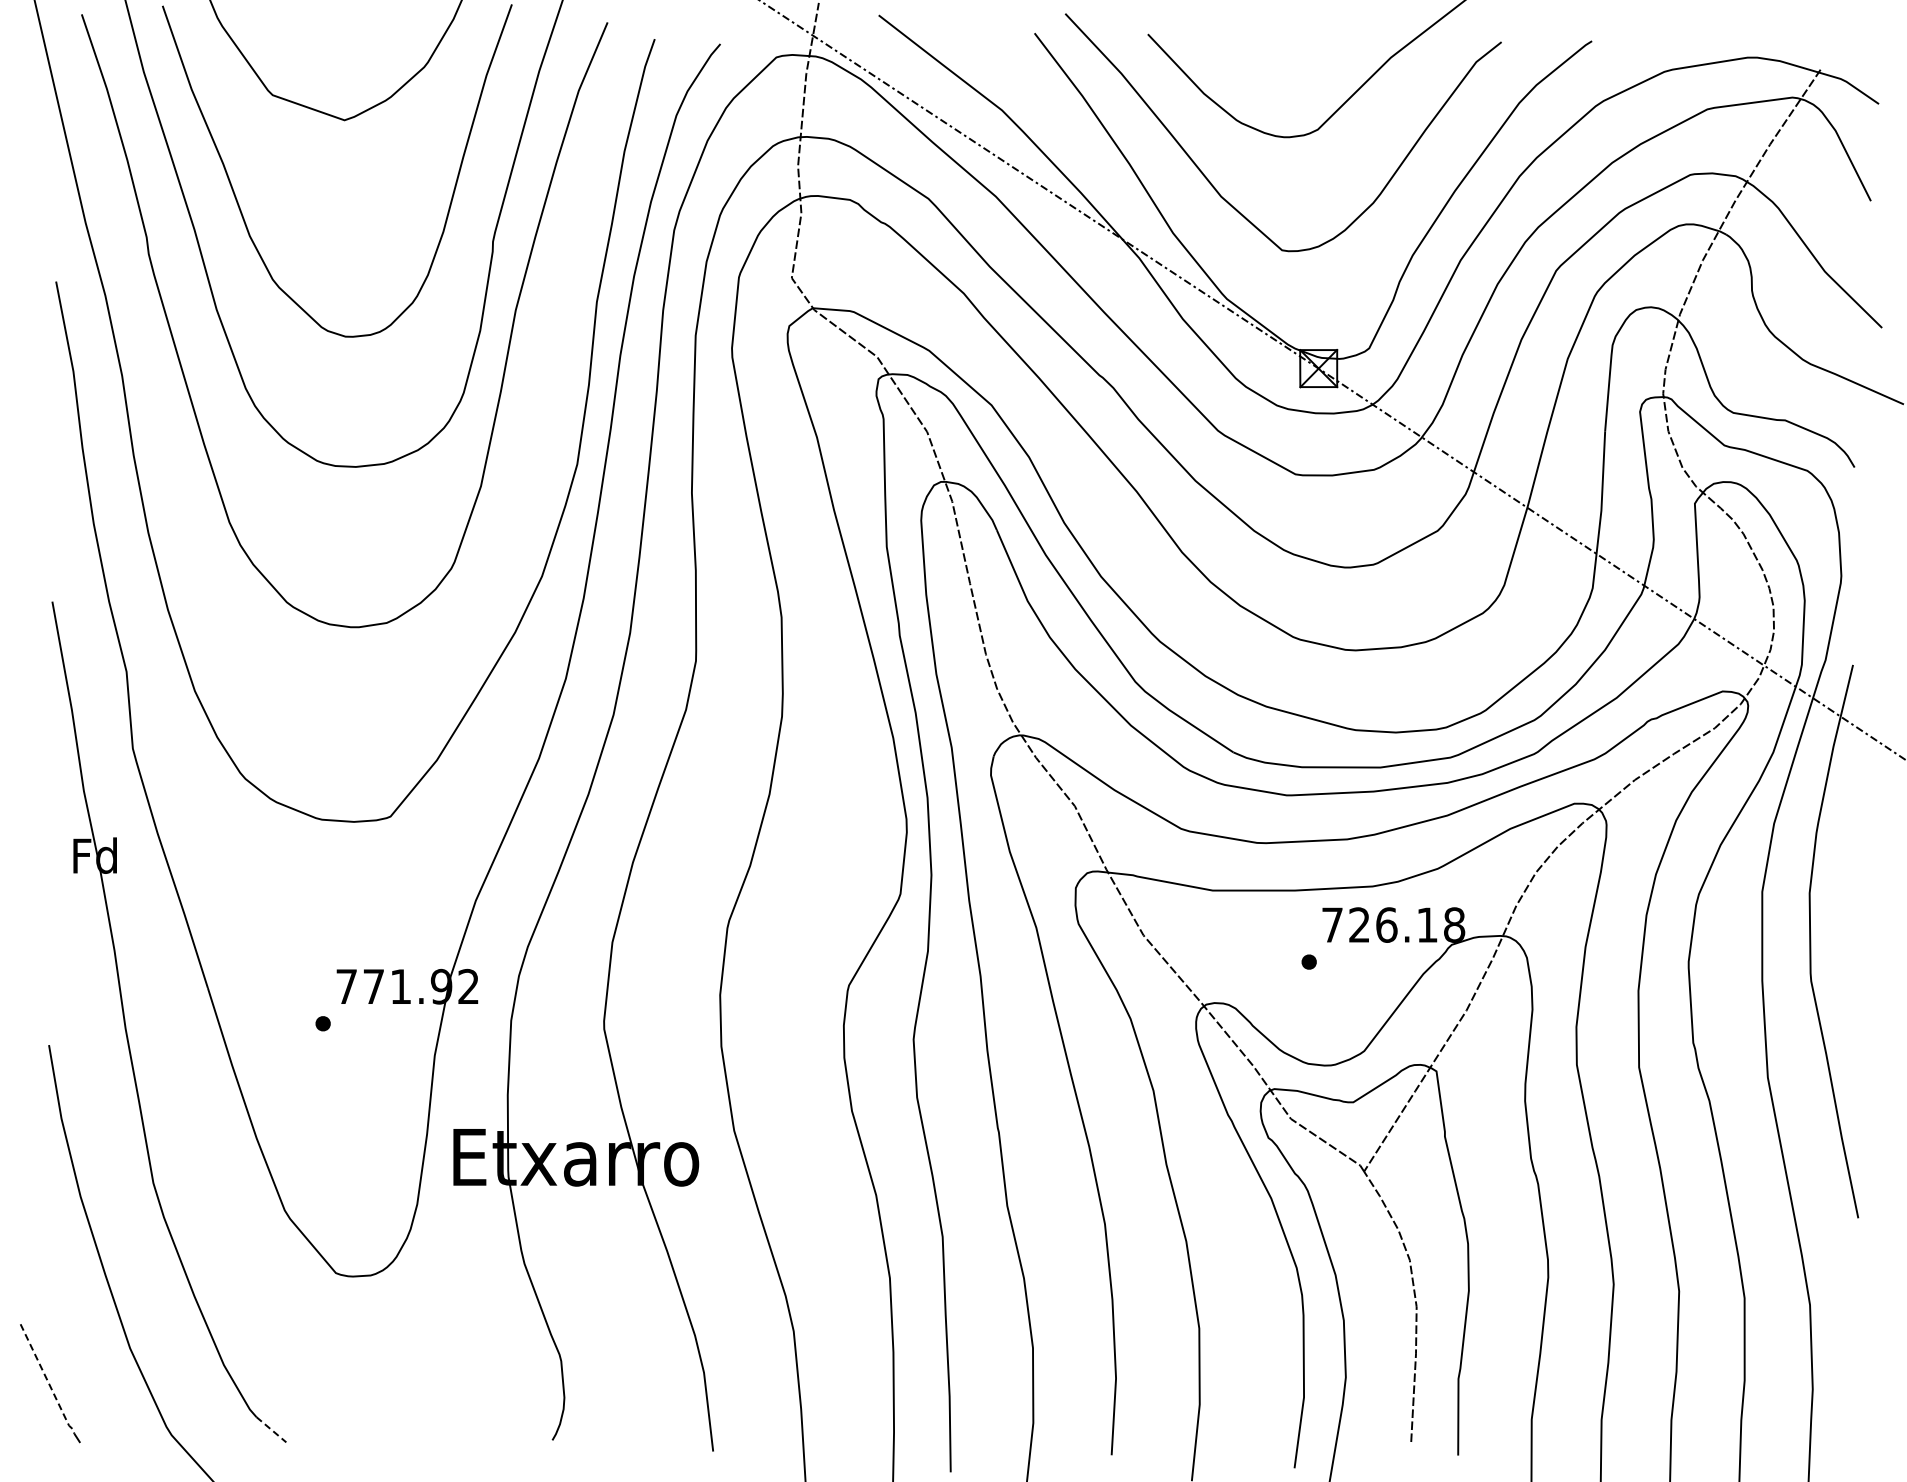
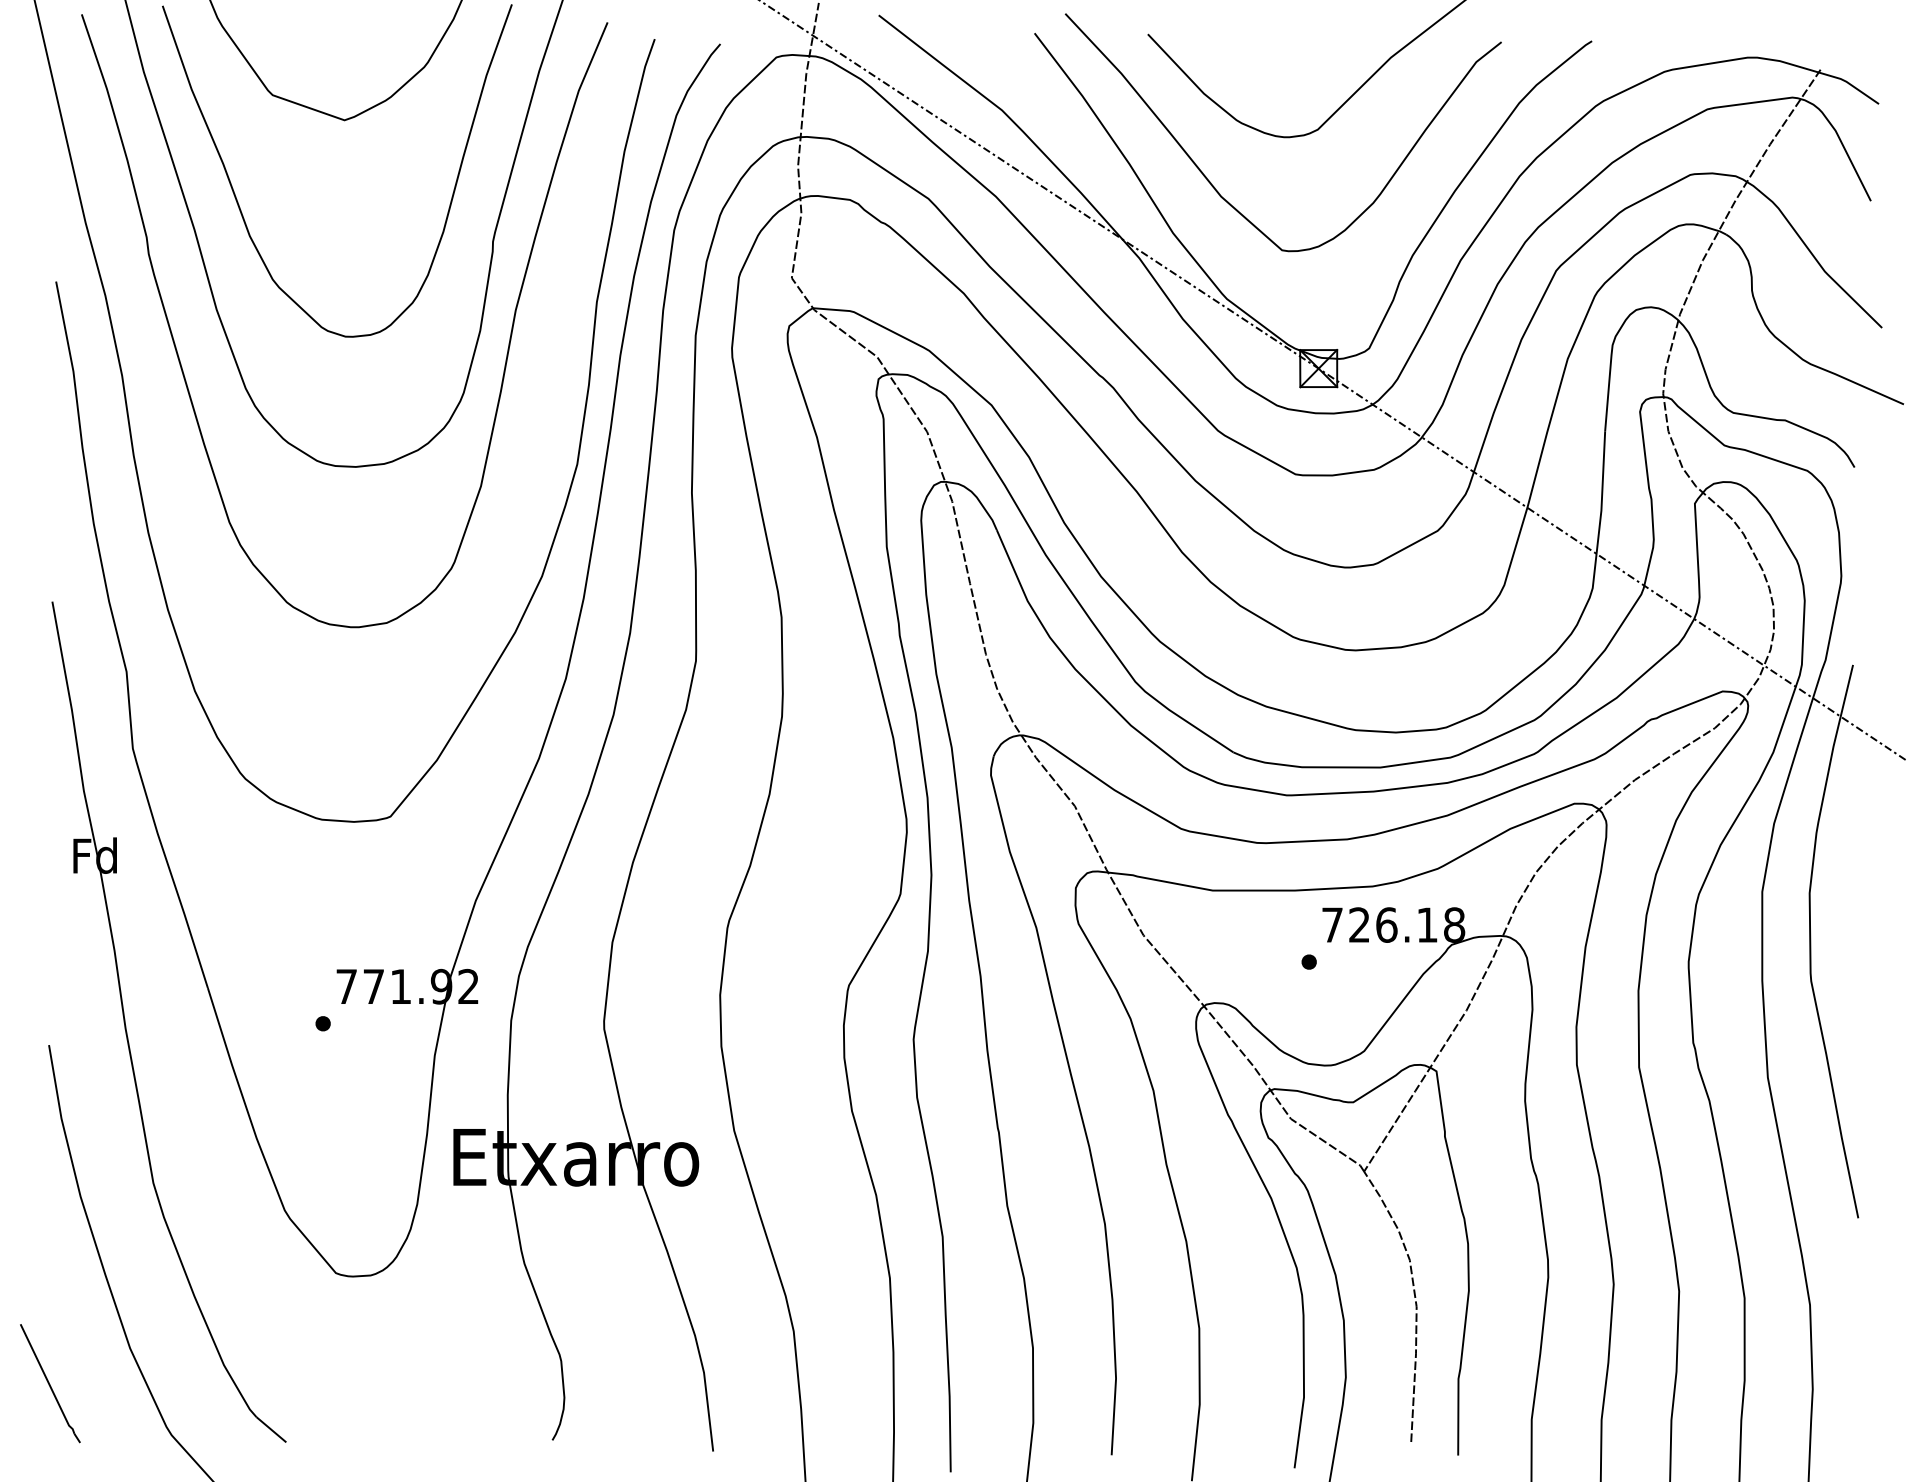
line at (48, 1381): dashed -> solid
line at (271, 1429): dashed -> solid
